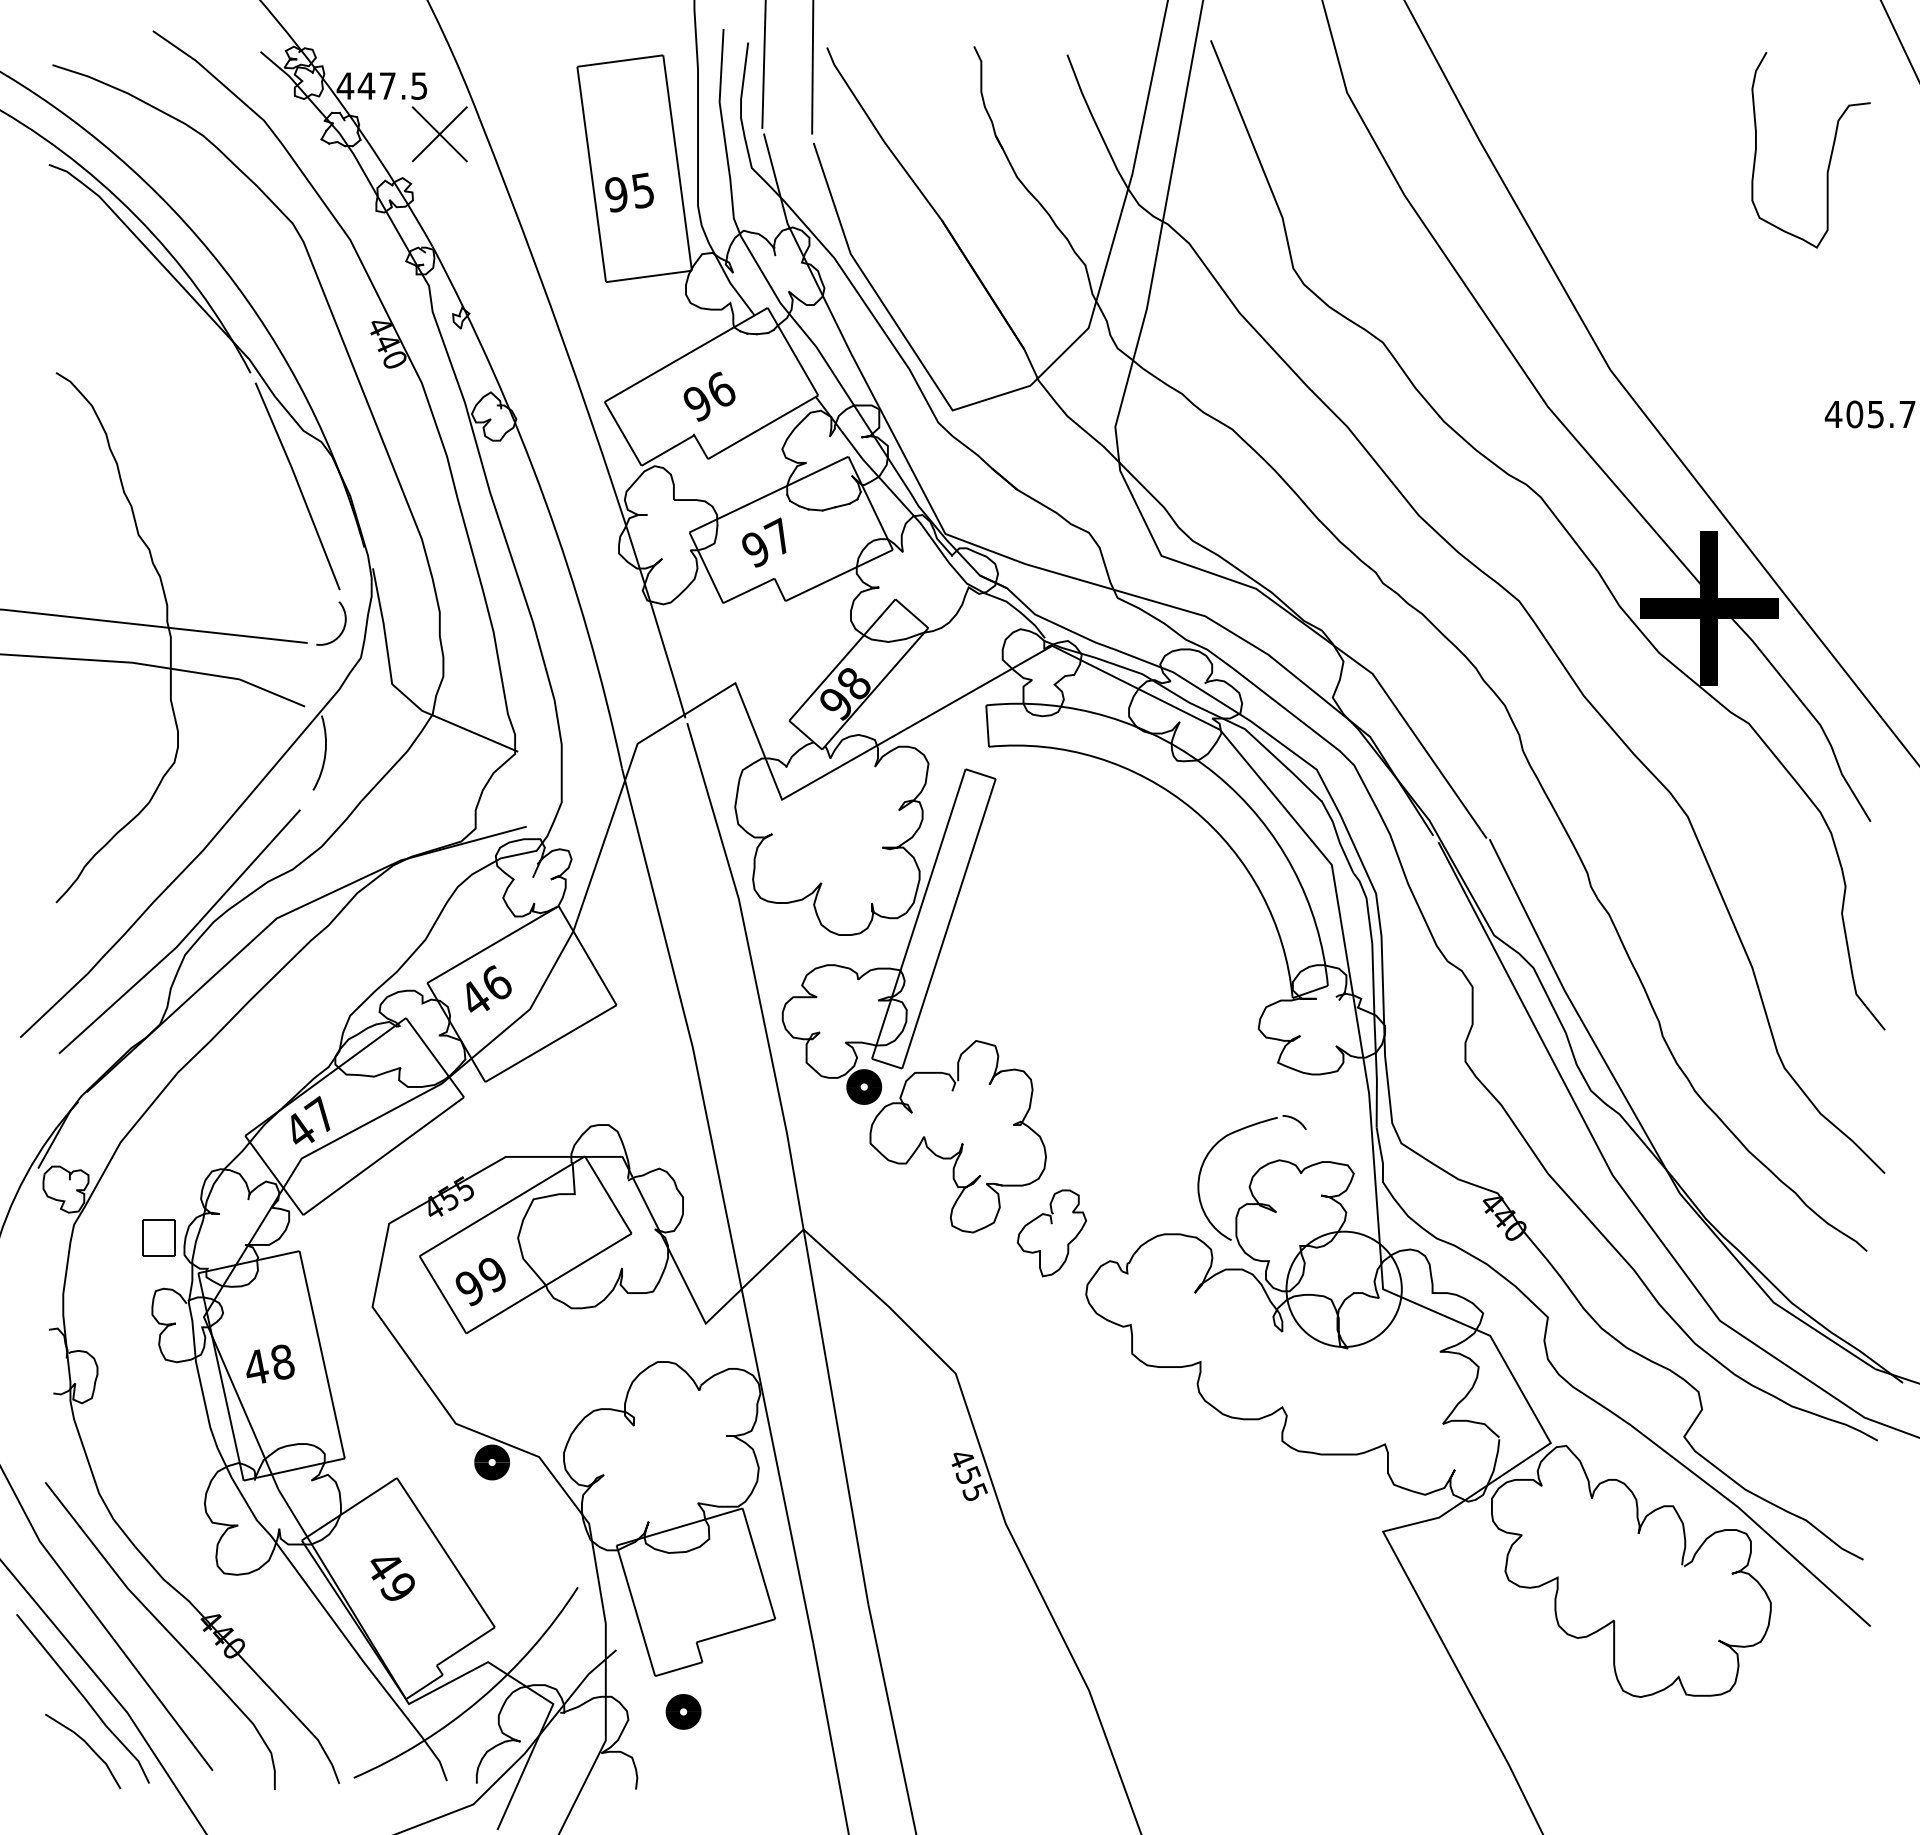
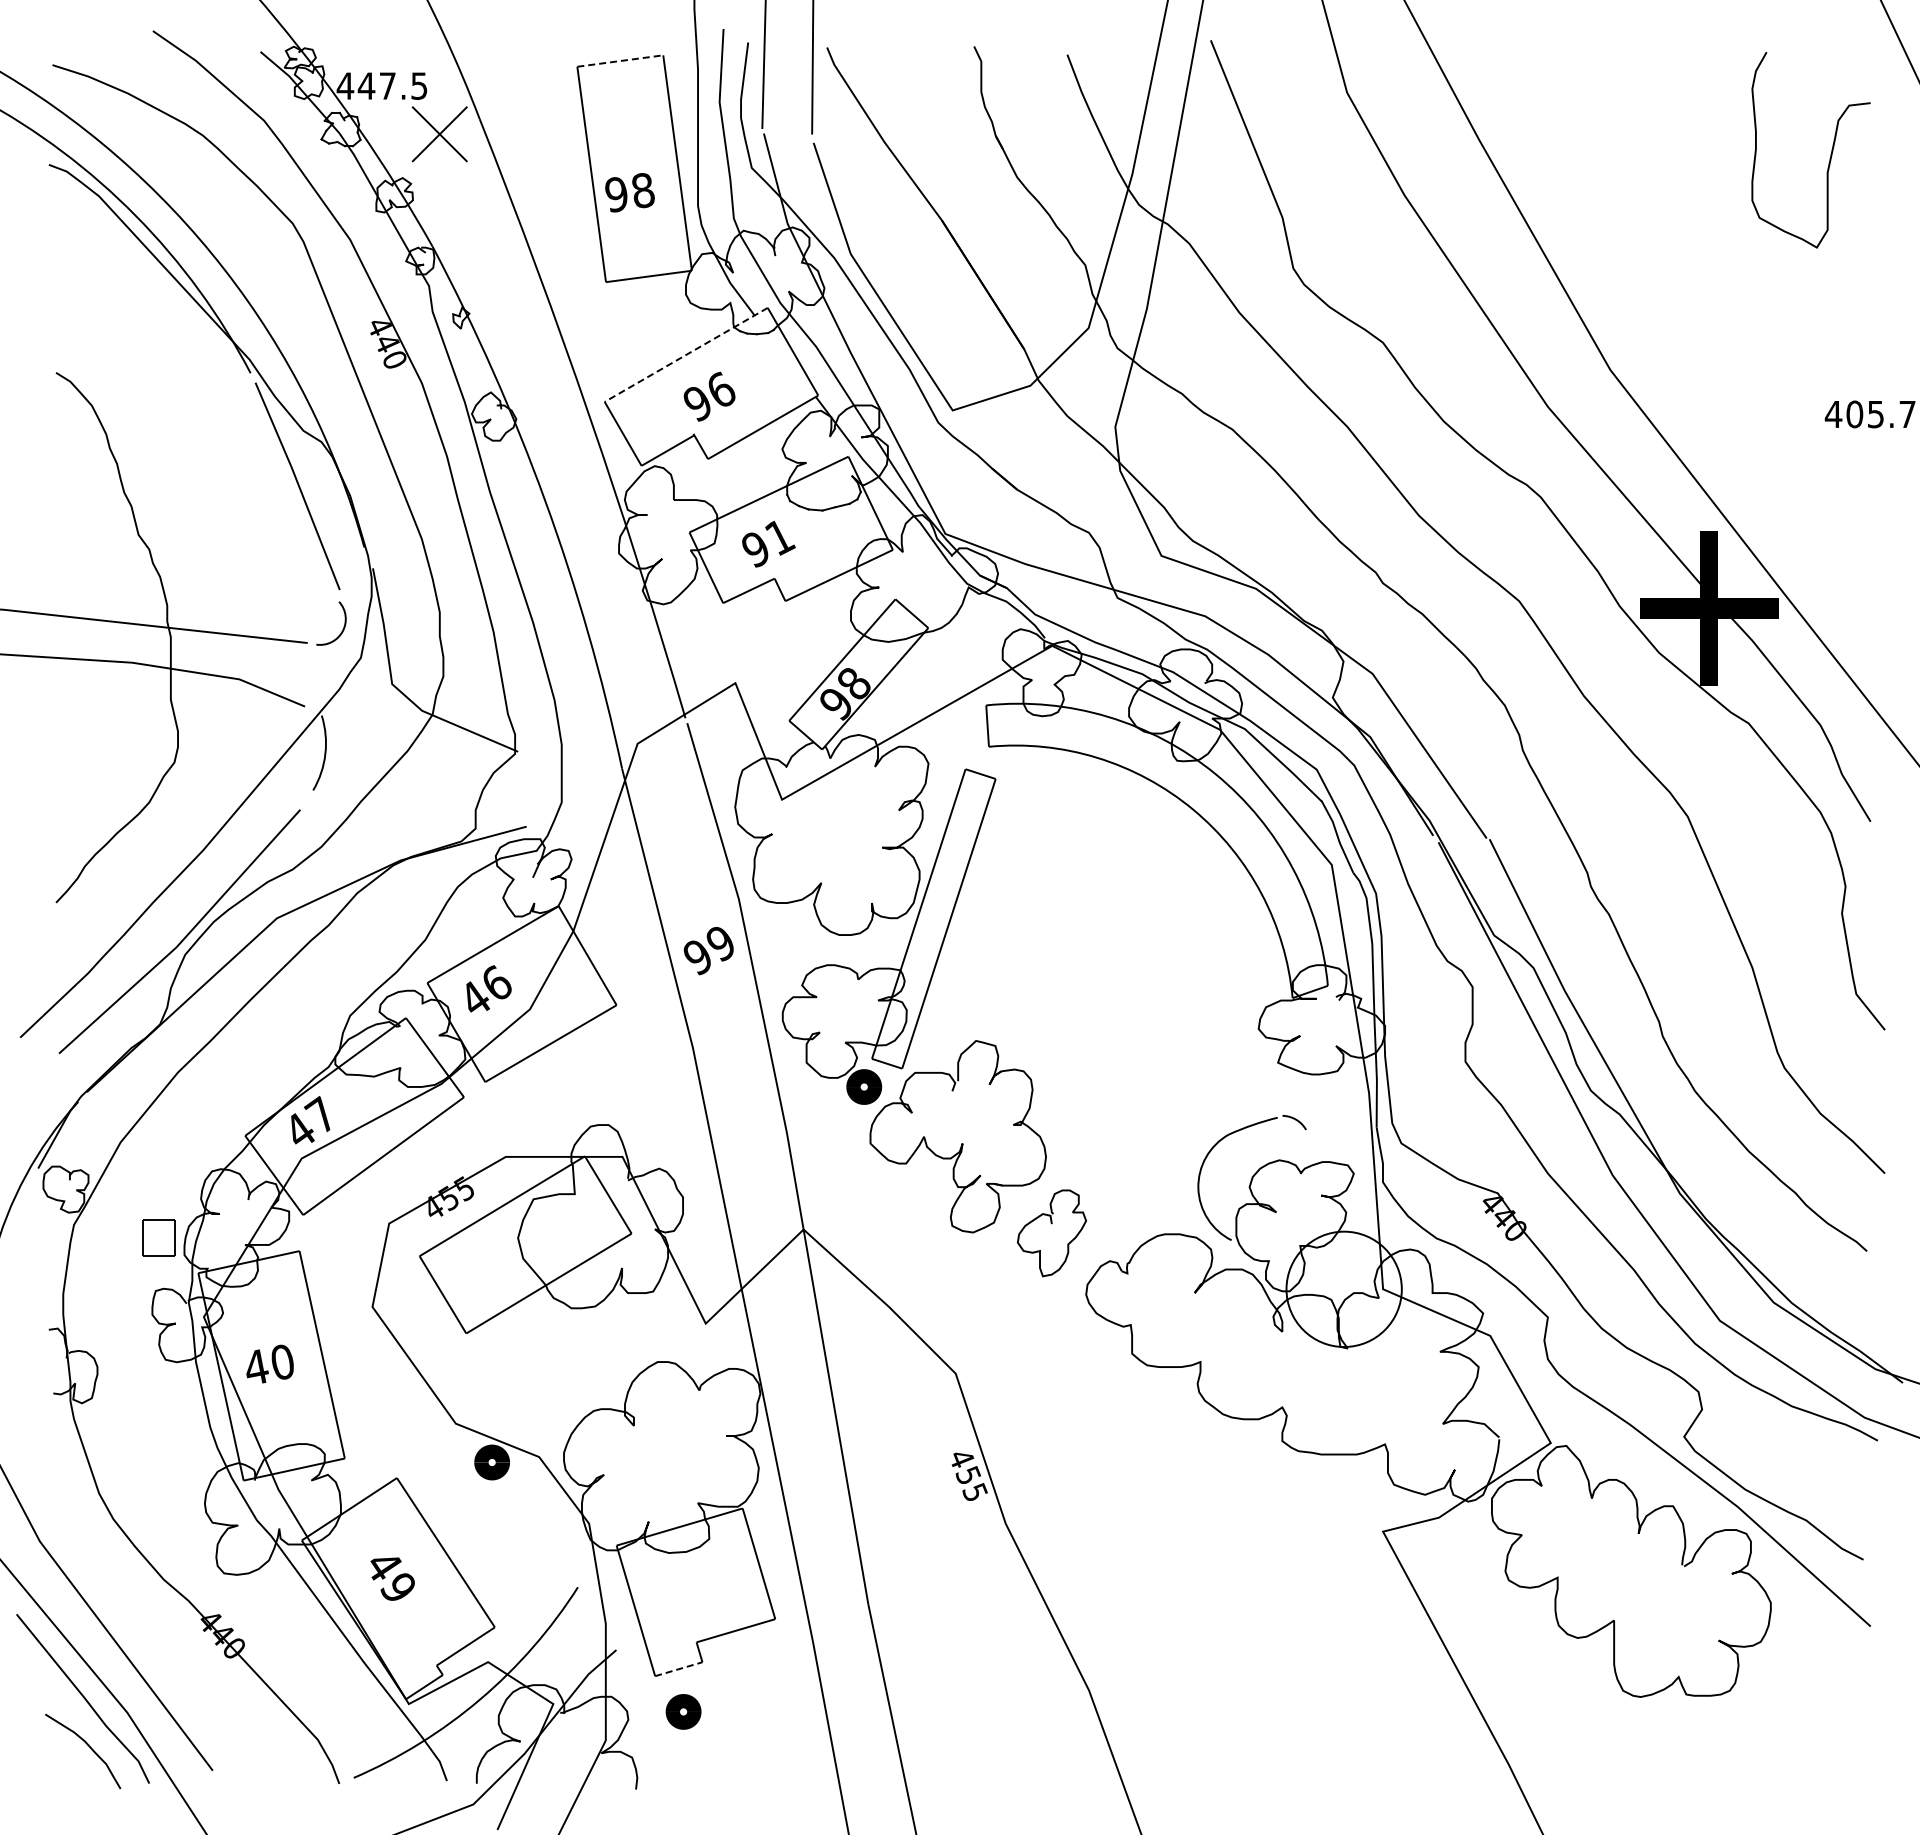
line at (620, 60): solid -> dashed
text at (643, 190): 95 -> 98
line at (685, 355): solid -> dashed
text at (779, 536): 97 -> 91
text at (480, 1282) position: (480, 1282) -> (708, 951)
text at (282, 1361): 48 -> 40
curve at (165, 1630): present -> none
line at (678, 1669): solid -> dashed
